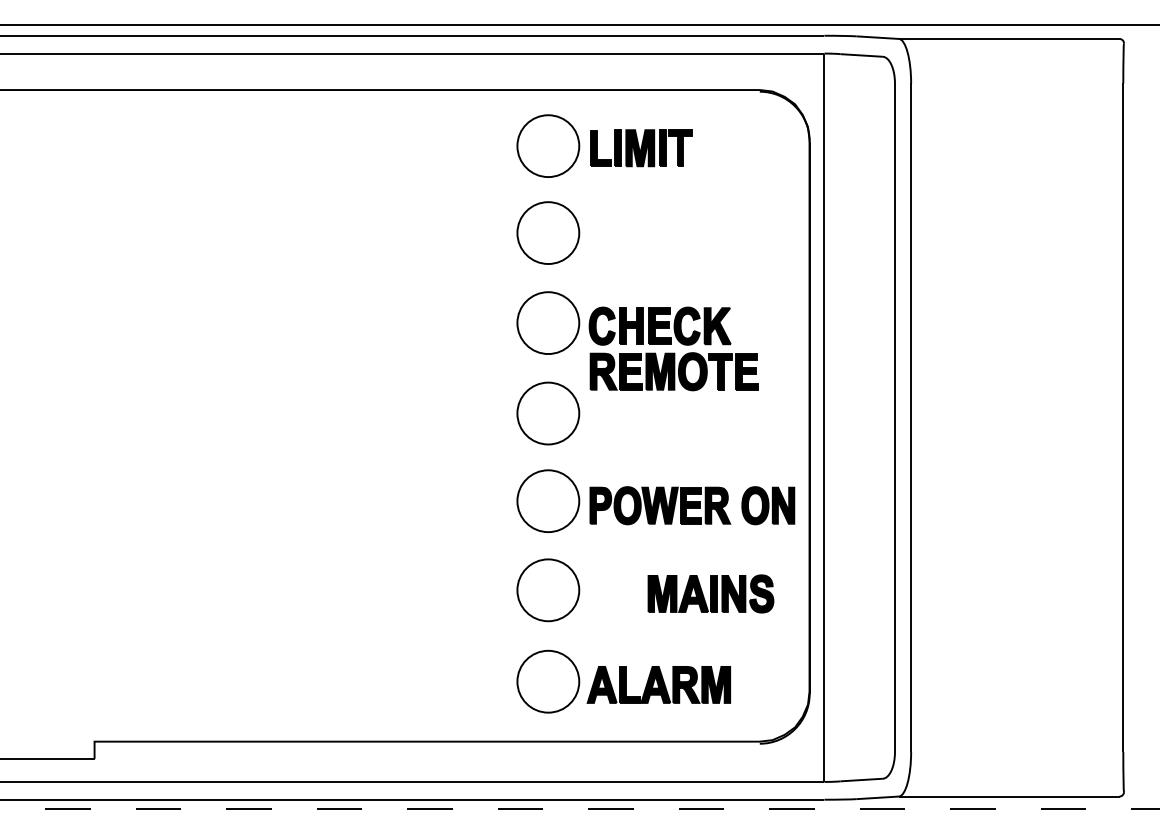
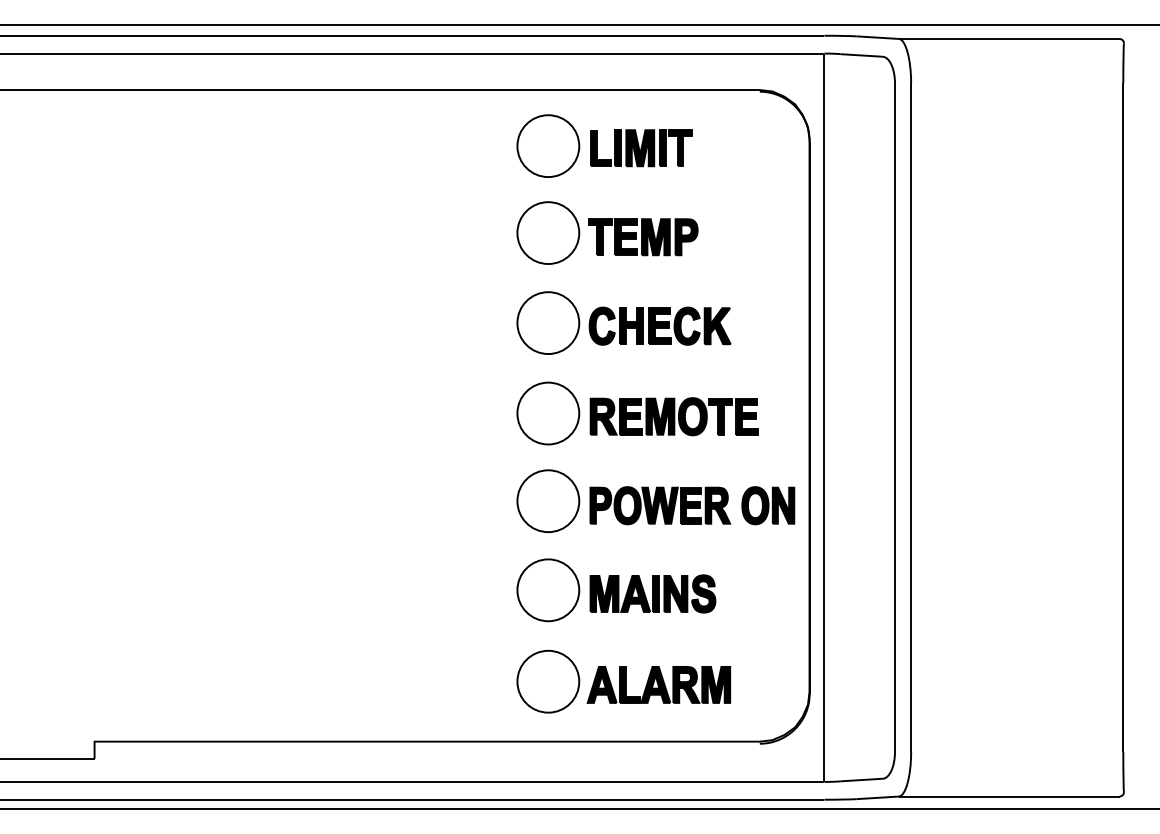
part at (643, 237): none -> present
part at (673, 371) position: (673, 371) -> (673, 416)
part at (710, 593) position: (710, 593) -> (652, 593)
line at (579, 809): dashed -> solid
